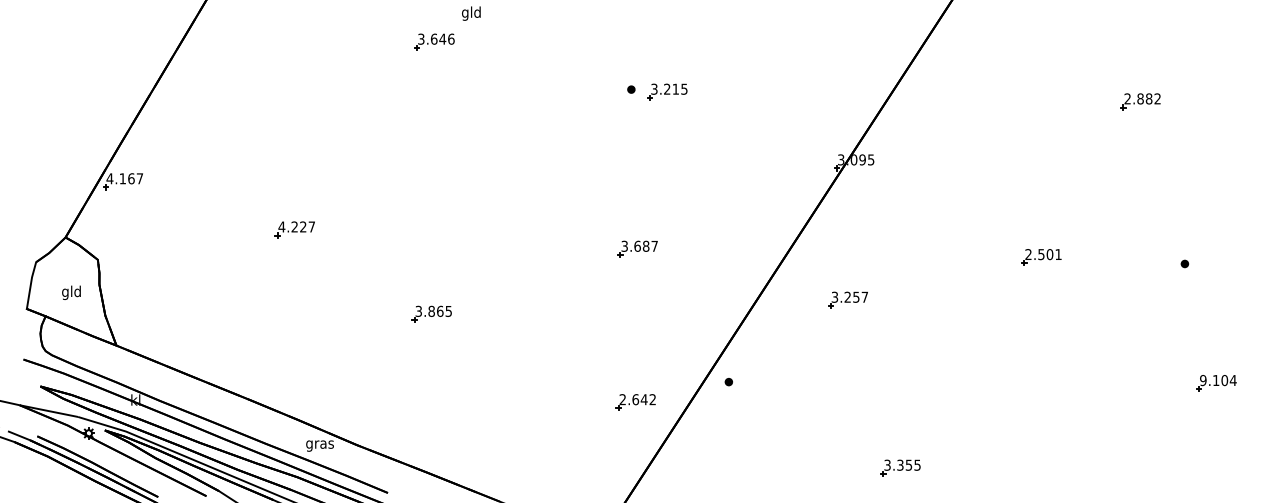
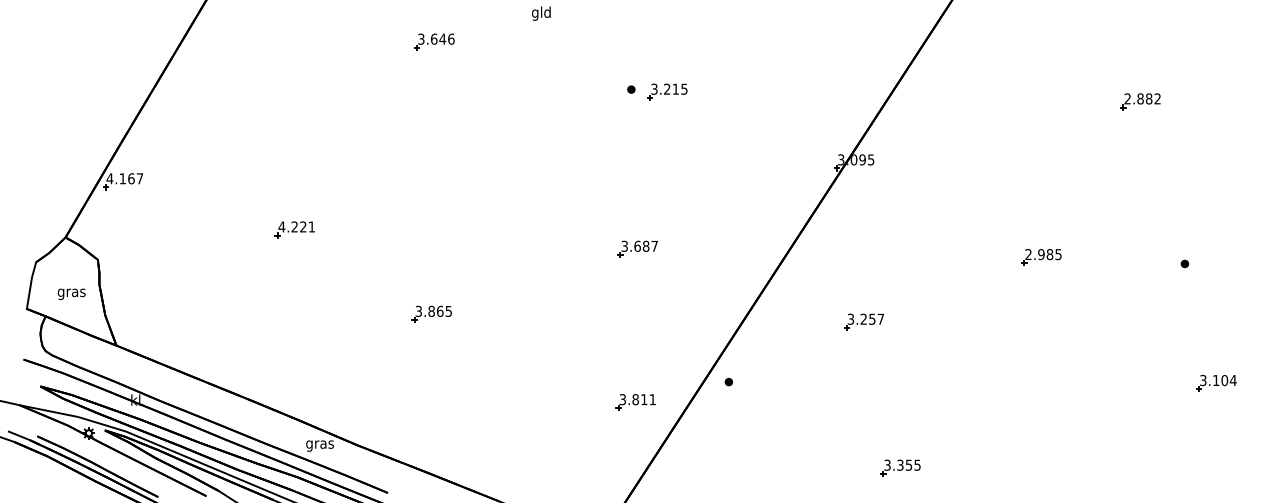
text at (471, 13) position: (471, 13) -> (541, 13)
text at (311, 226): 4.227 -> 4.221
text at (1049, 254): 2.501 -> 2.985
text at (71, 292): gld -> gras
part at (847, 299) position: (847, 299) -> (863, 321)
text at (1203, 380): 9.104 -> 3.104
text at (637, 399): 2.642 -> 3.811
